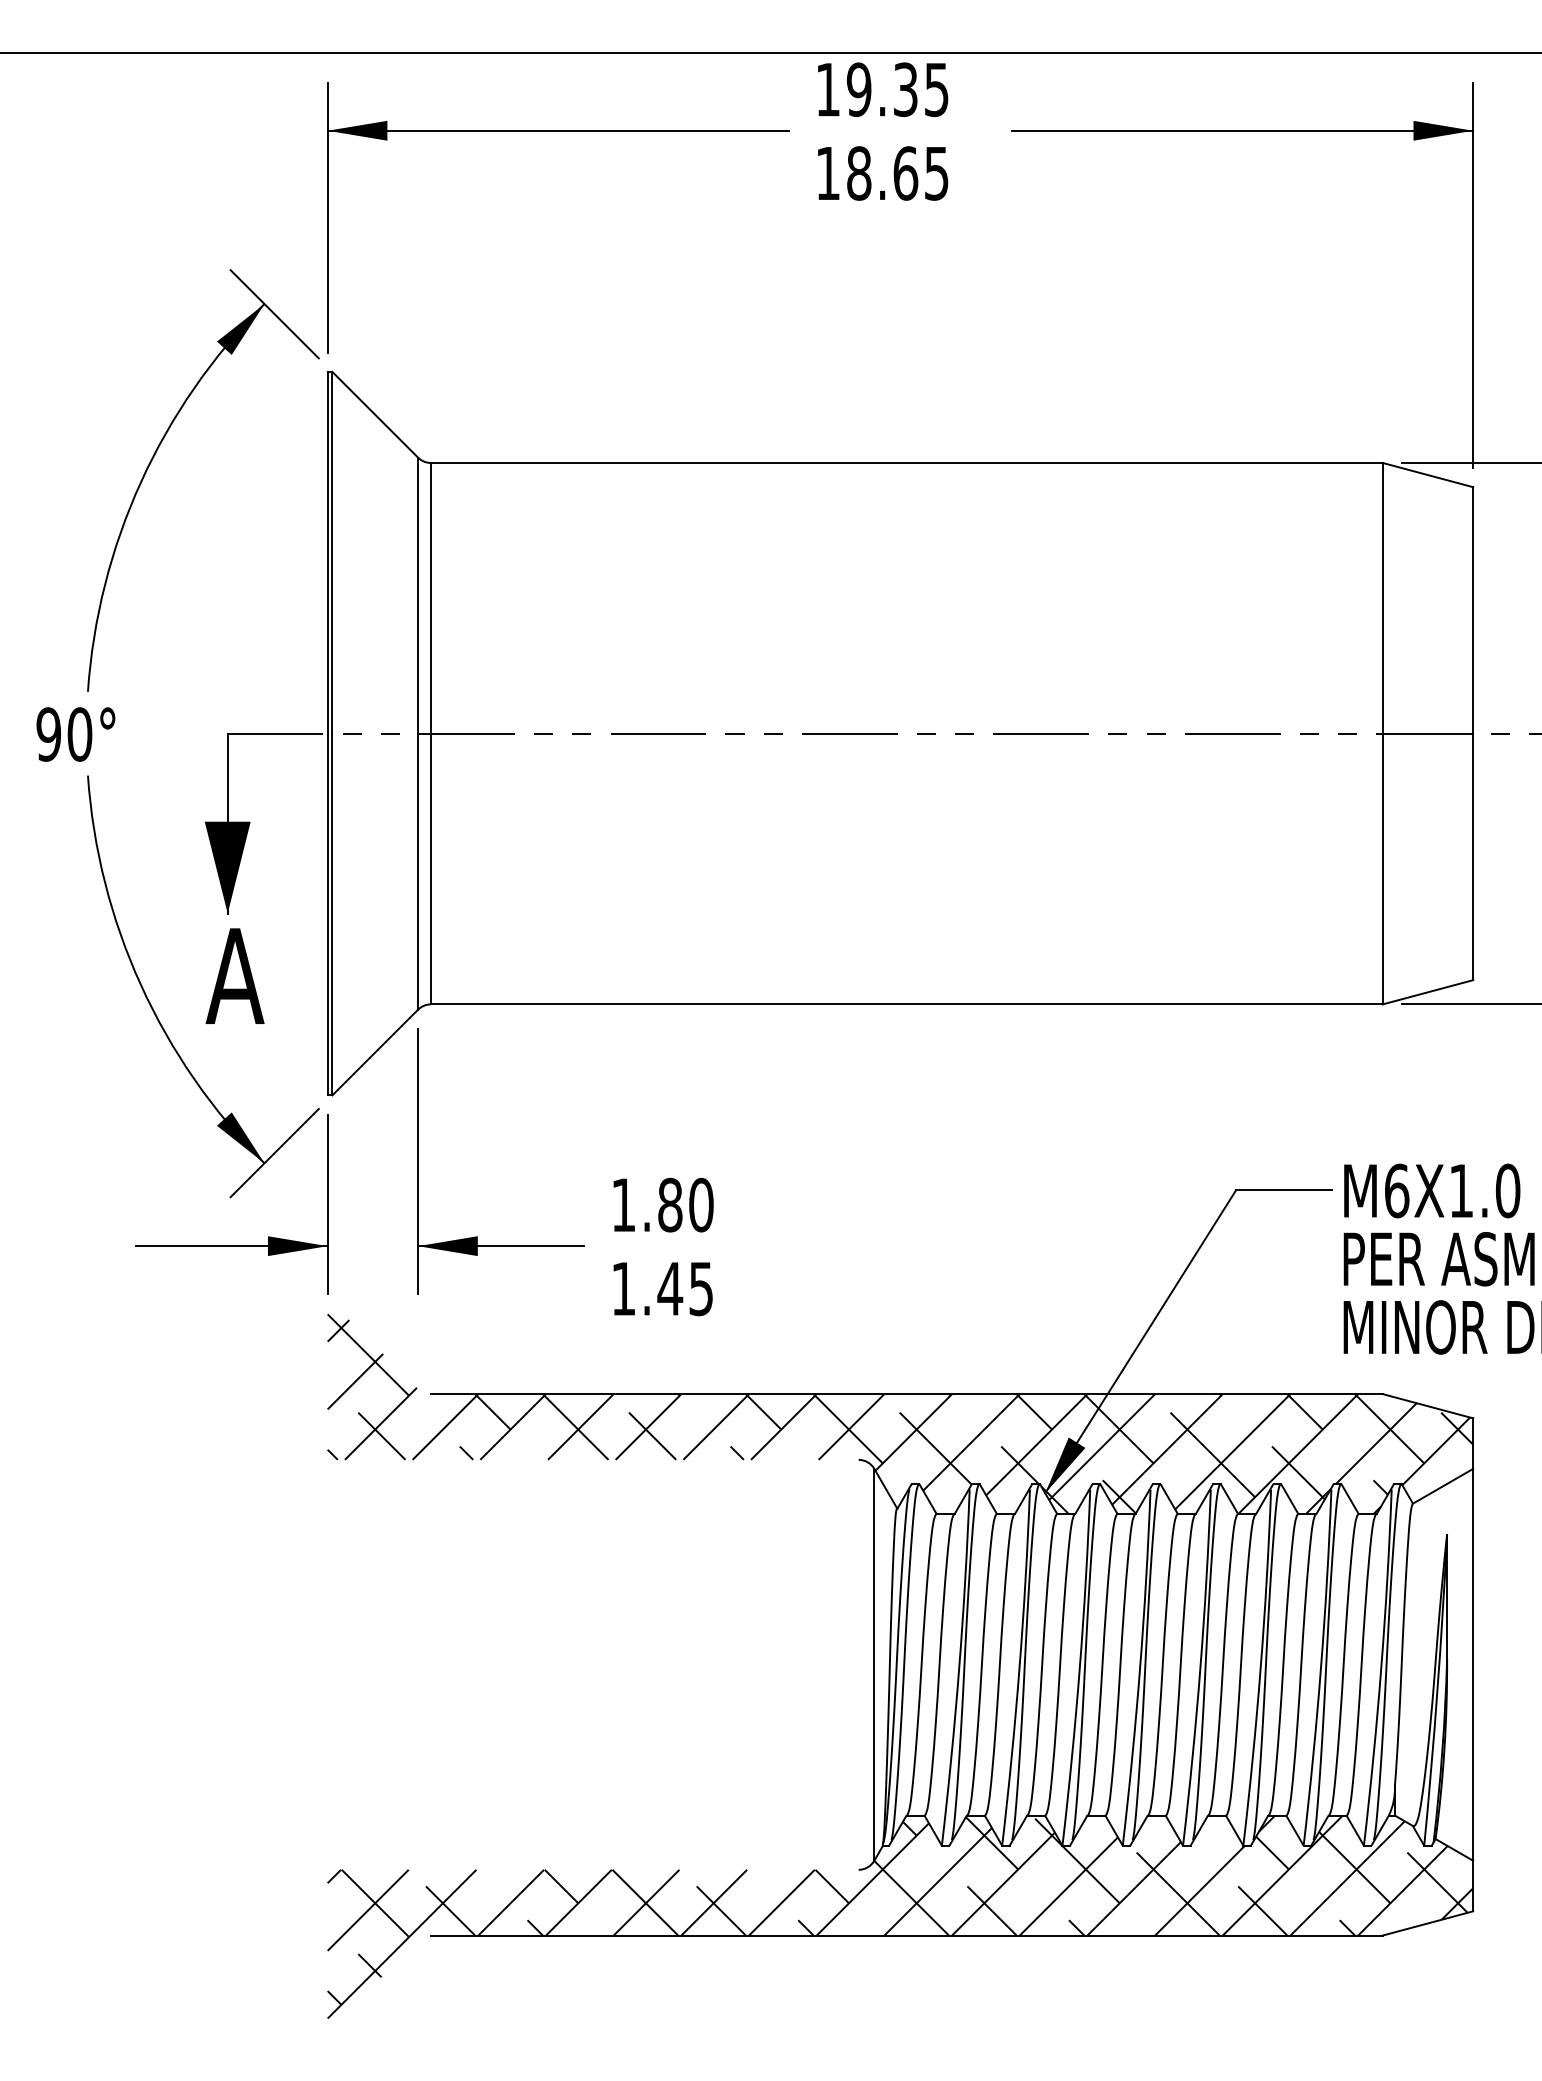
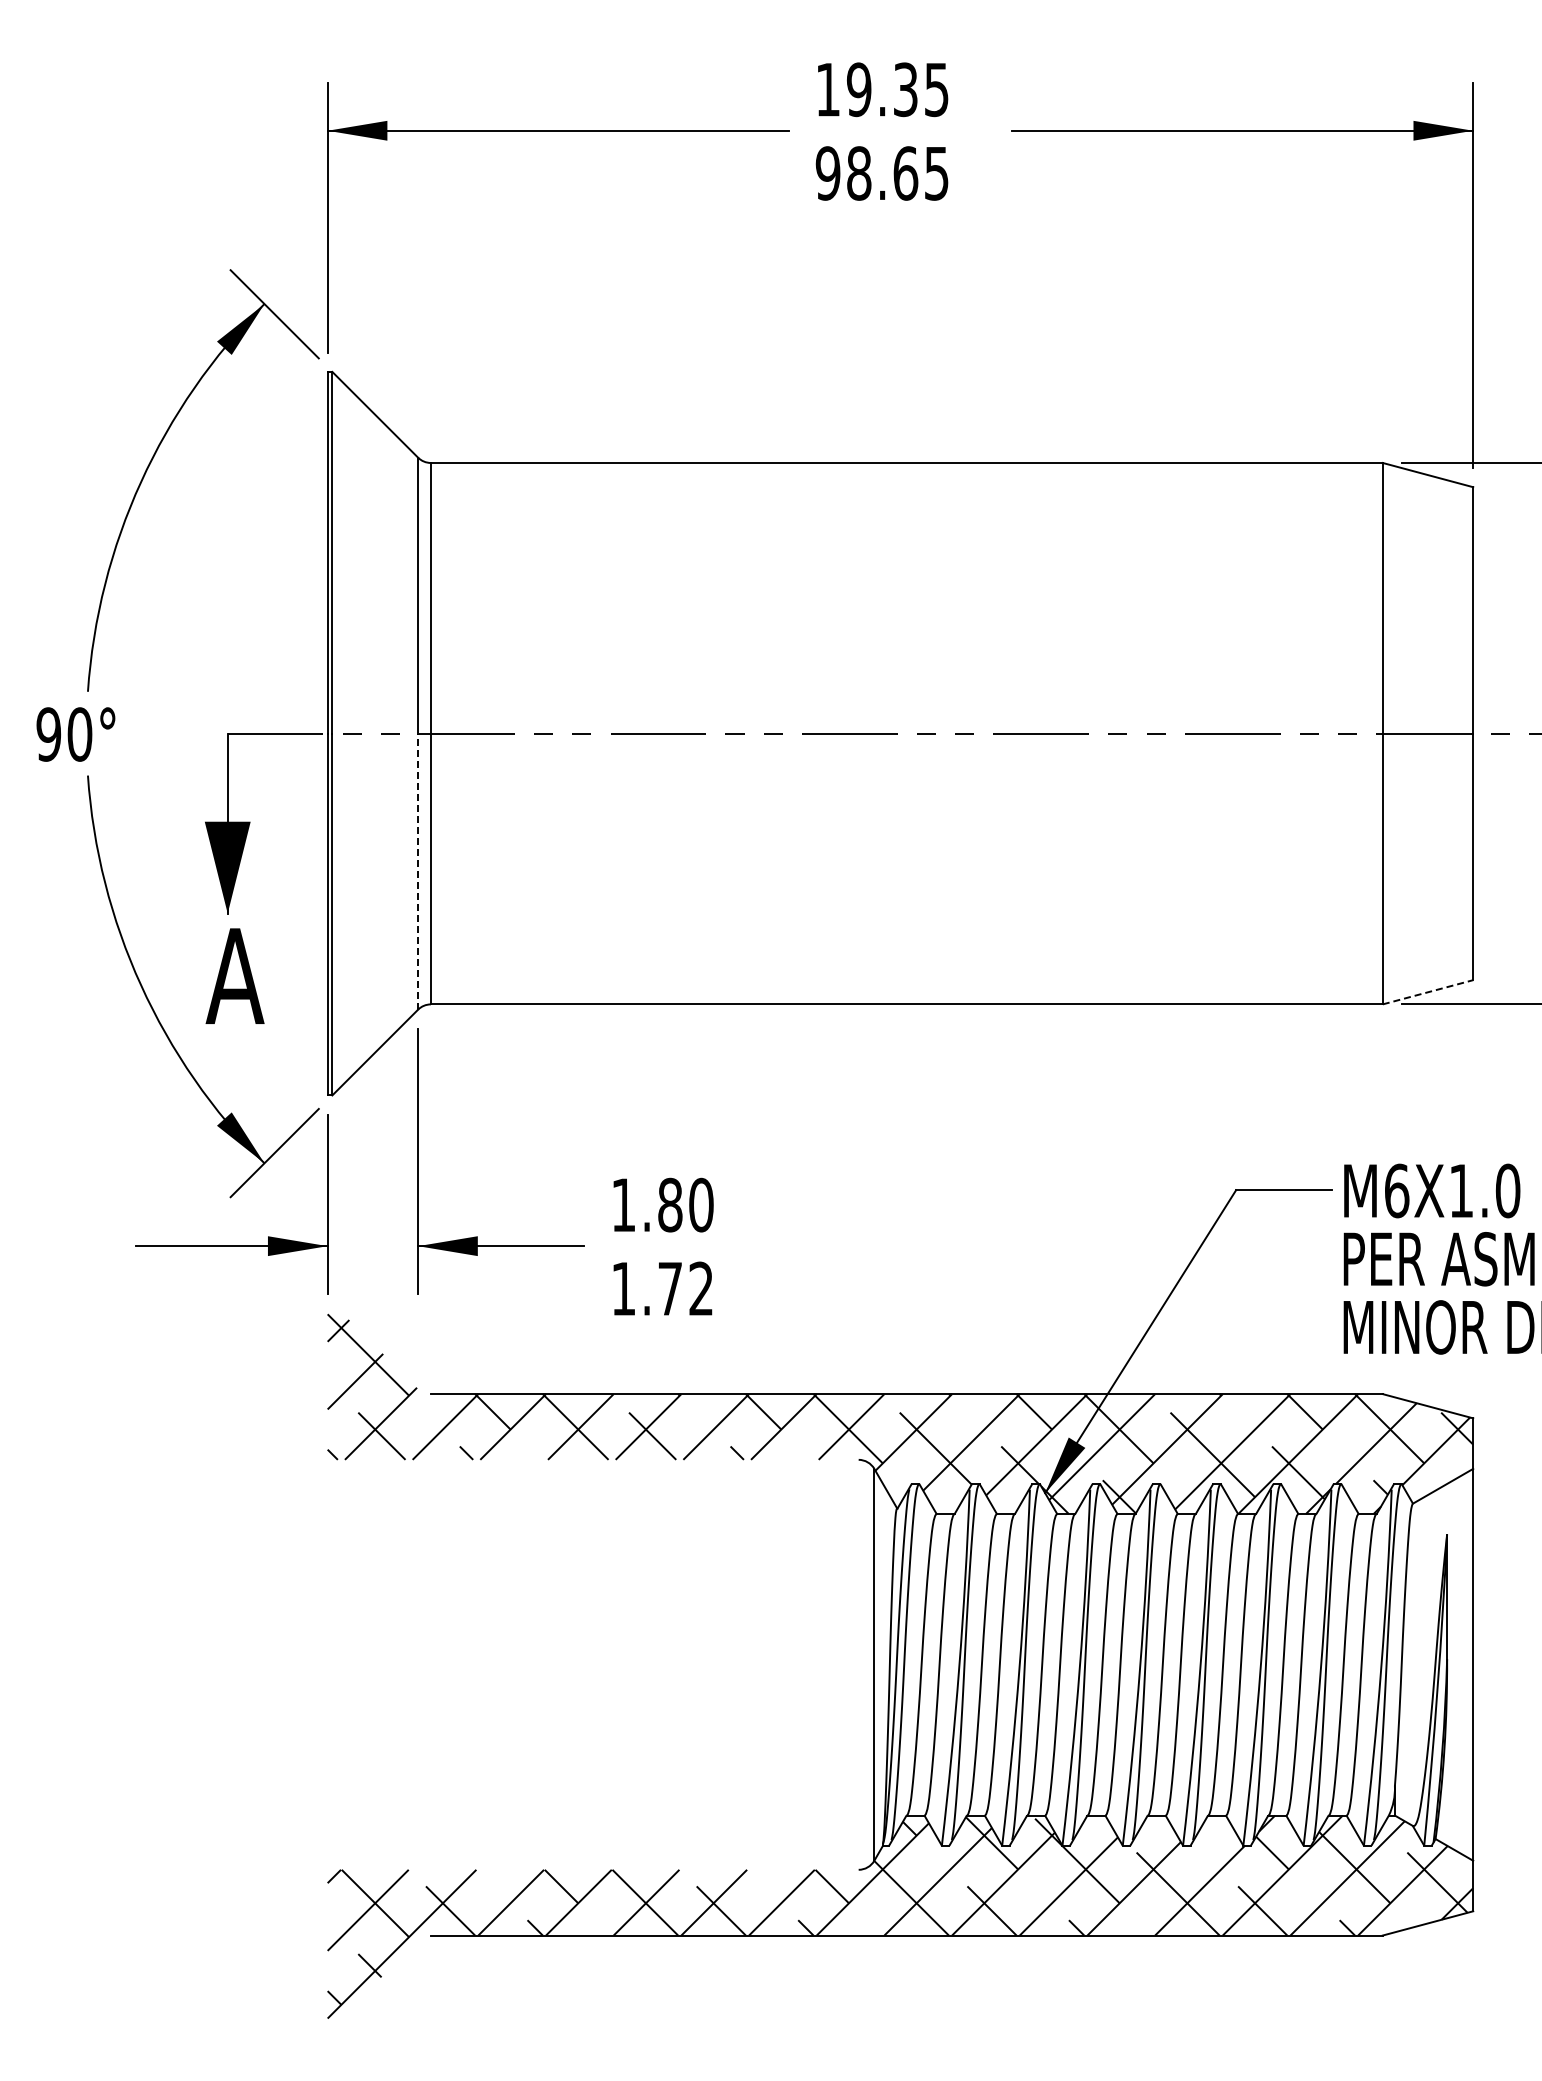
line at (770, 52): present -> none
text at (827, 173): 18.65 -> 98.65
line at (418, 871): solid -> dashed
line at (1428, 992): solid -> dashed
text at (684, 1288): 1.45 -> 1.72
